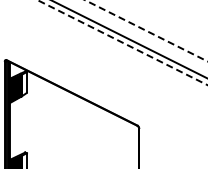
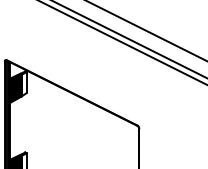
line at (145, 30): dashed -> solid
line at (122, 42): dashed -> solid
